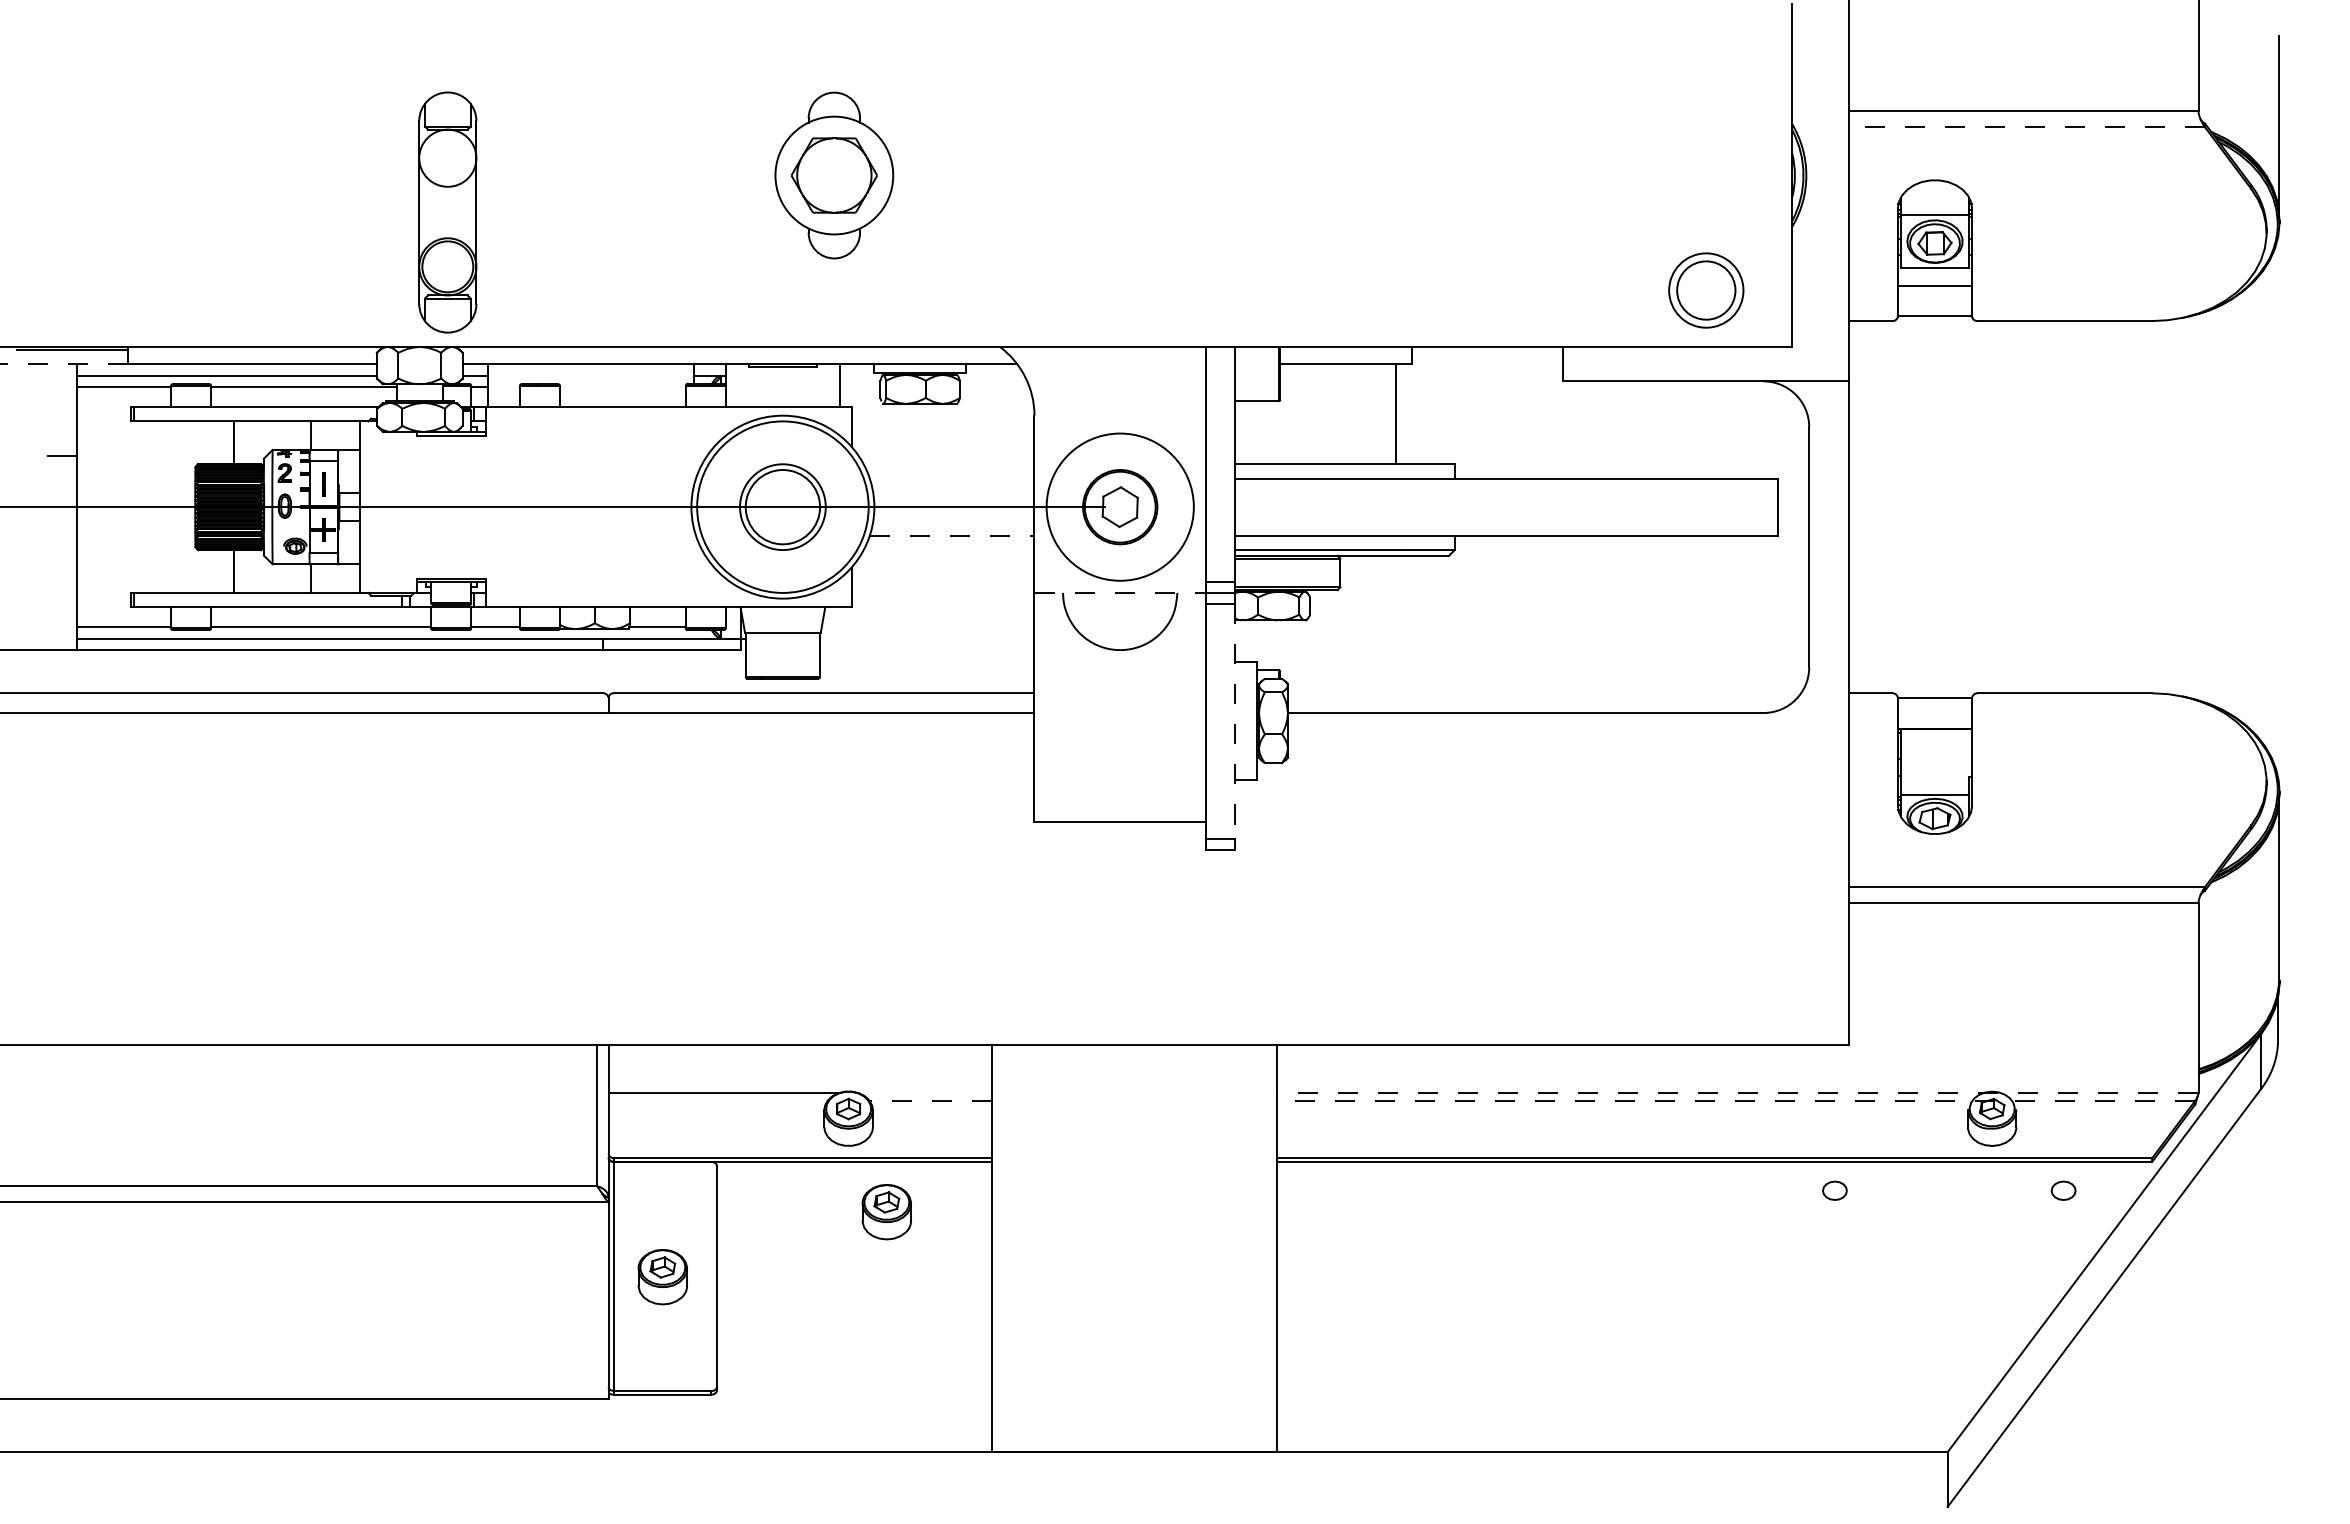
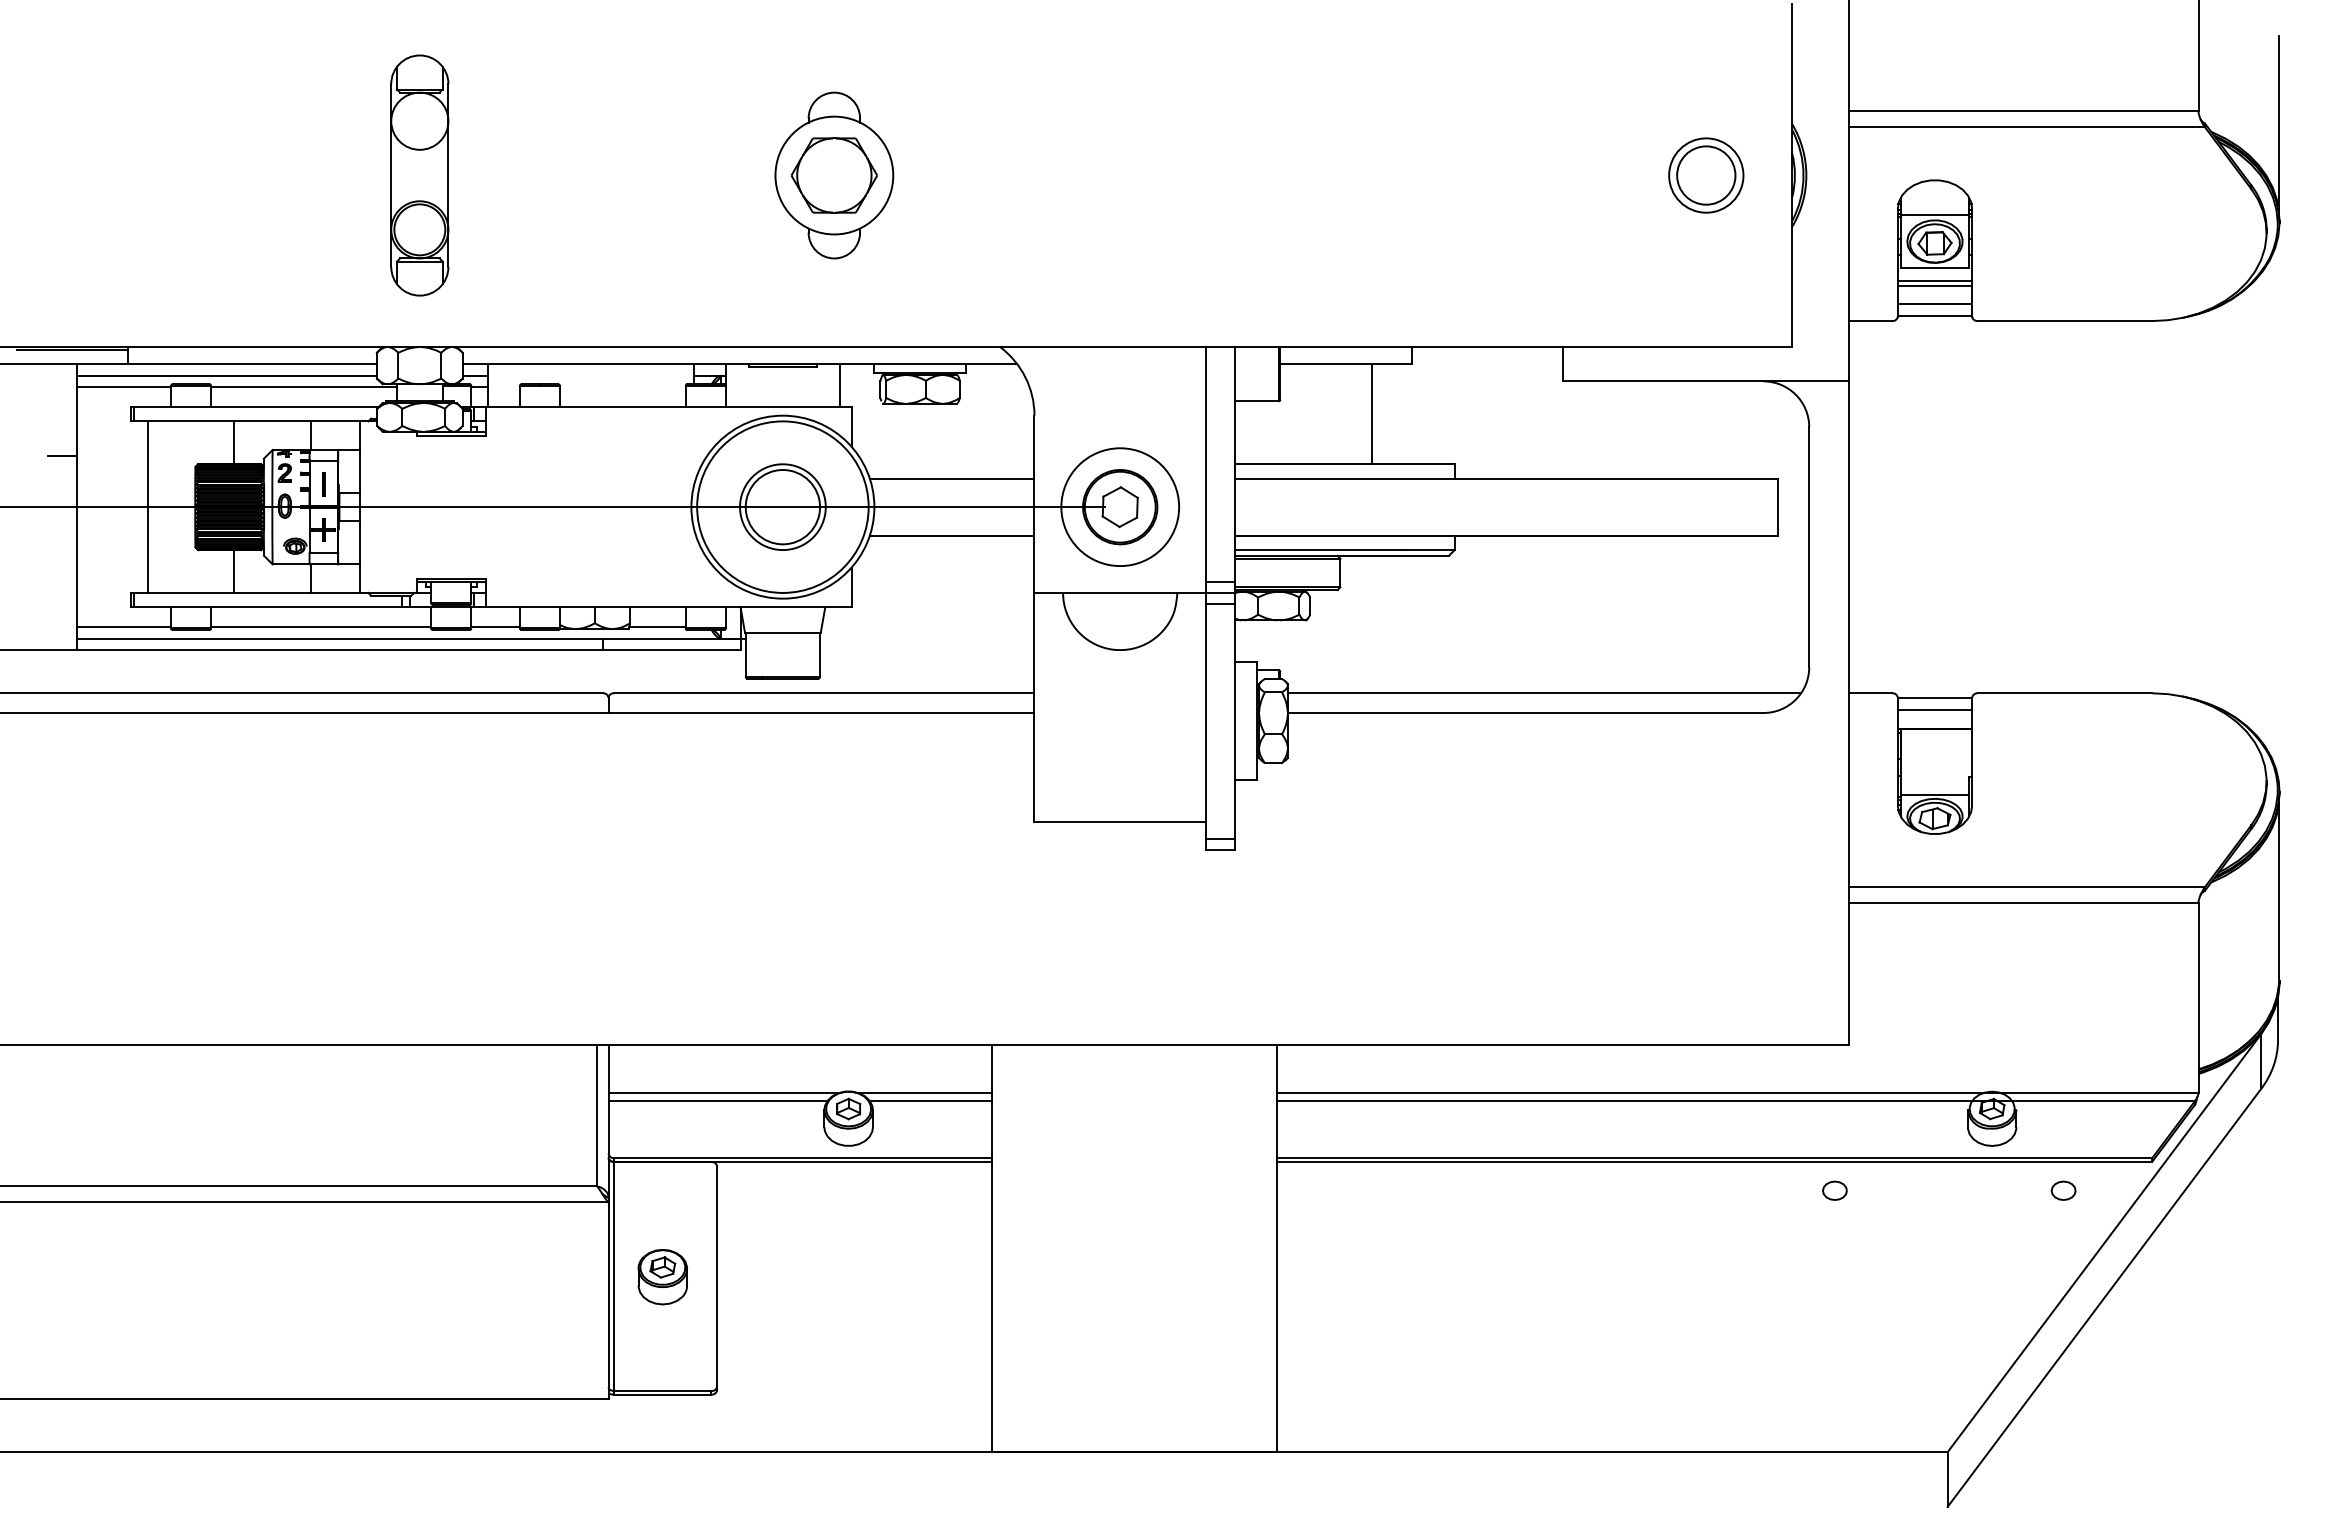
line at (2027, 127): dashed -> solid
part at (447, 212) position: (447, 212) -> (419, 175)
line at (1934, 281): none -> present
part at (1706, 290) position: (1706, 290) -> (1706, 175)
line at (1934, 304): none -> present
line at (64, 364): dashed -> solid
line at (1395, 414) position: (1395, 414) -> (1371, 414)
line at (951, 478): none -> present
line at (148, 506): none -> present
circle at (1119, 506) diameter: 147 px -> 118 px
line at (952, 535): dashed -> solid
line at (1120, 592): dashed -> solid
line at (1544, 693): none -> present
line at (1934, 710): none -> present
line at (1234, 722): dashed -> solid
line at (924, 1092): none -> present
line at (1737, 1092): dashed -> solid
line at (717, 1100): none -> present
line at (930, 1100): dashed -> solid
line at (1736, 1100): dashed -> solid
part at (886, 1212): present -> none
